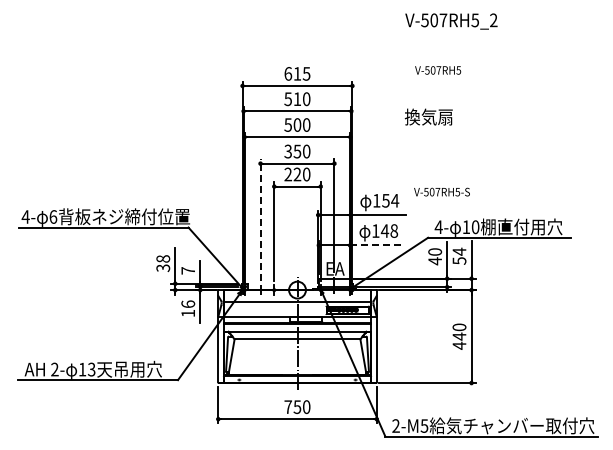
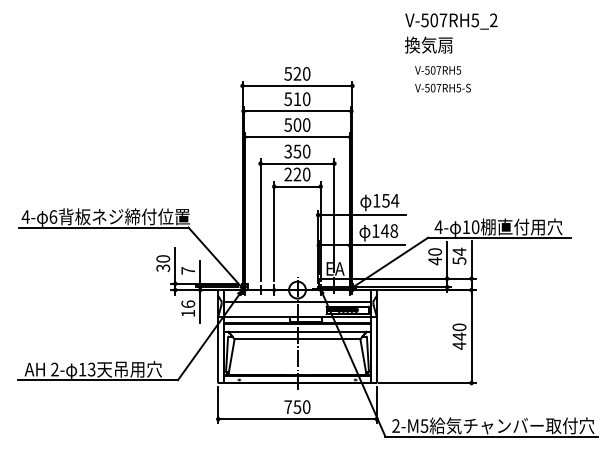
text at (297, 73): 615 -> 520
text at (428, 116) position: (428, 116) -> (428, 44)
text at (441, 191) position: (441, 191) -> (442, 87)
line at (260, 220): dashed -> solid
line at (378, 245): dashed -> solid
text at (162, 258): 38 -> 30
